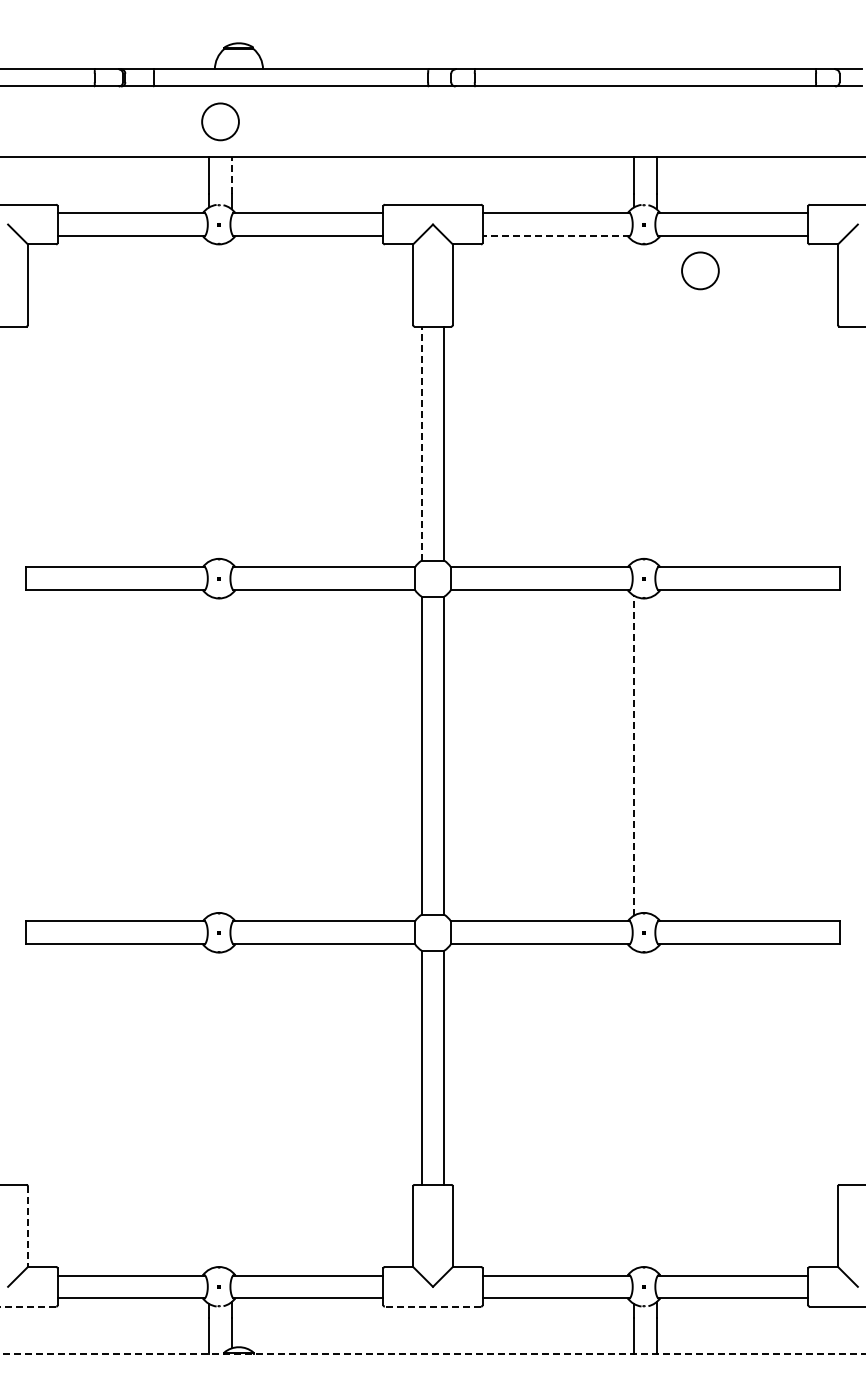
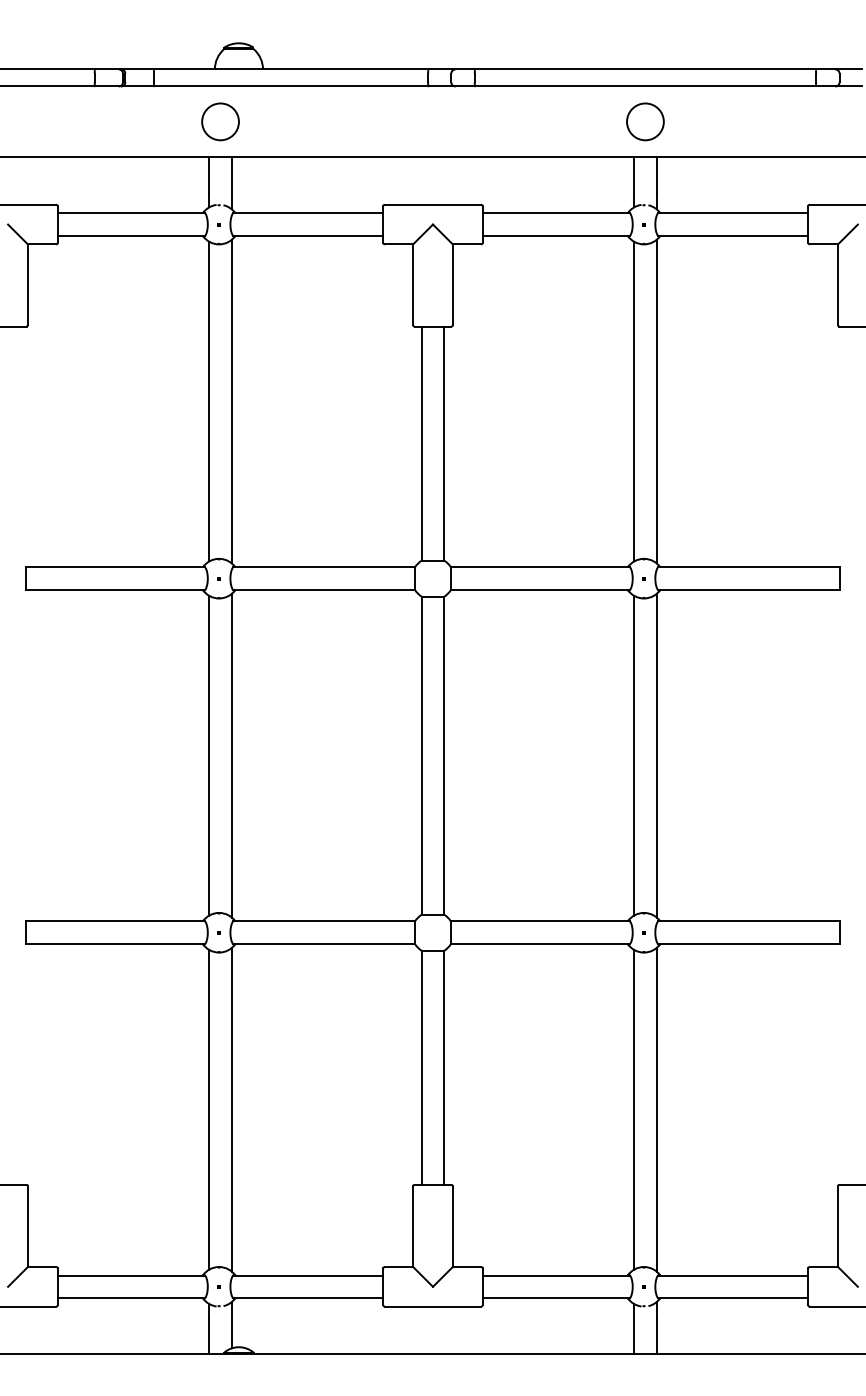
line at (231, 175): dashed -> solid
line at (556, 235): dashed -> solid
circle at (700, 270) position: (700, 270) -> (645, 121)
line at (209, 401): none -> present
line at (231, 401): none -> present
line at (634, 401): none -> present
line at (656, 401): none -> present
line at (421, 443): dashed -> solid
line at (209, 755): none -> present
line at (231, 755): none -> present
line at (634, 755): dashed -> solid
line at (656, 755): none -> present
line at (209, 1109): none -> present
line at (231, 1109): none -> present
line at (634, 1109): none -> present
line at (656, 1109): none -> present
line at (27, 1227): dashed -> solid
line at (28, 1306): dashed -> solid
line at (432, 1306): dashed -> solid
line at (433, 1354): dashed -> solid
